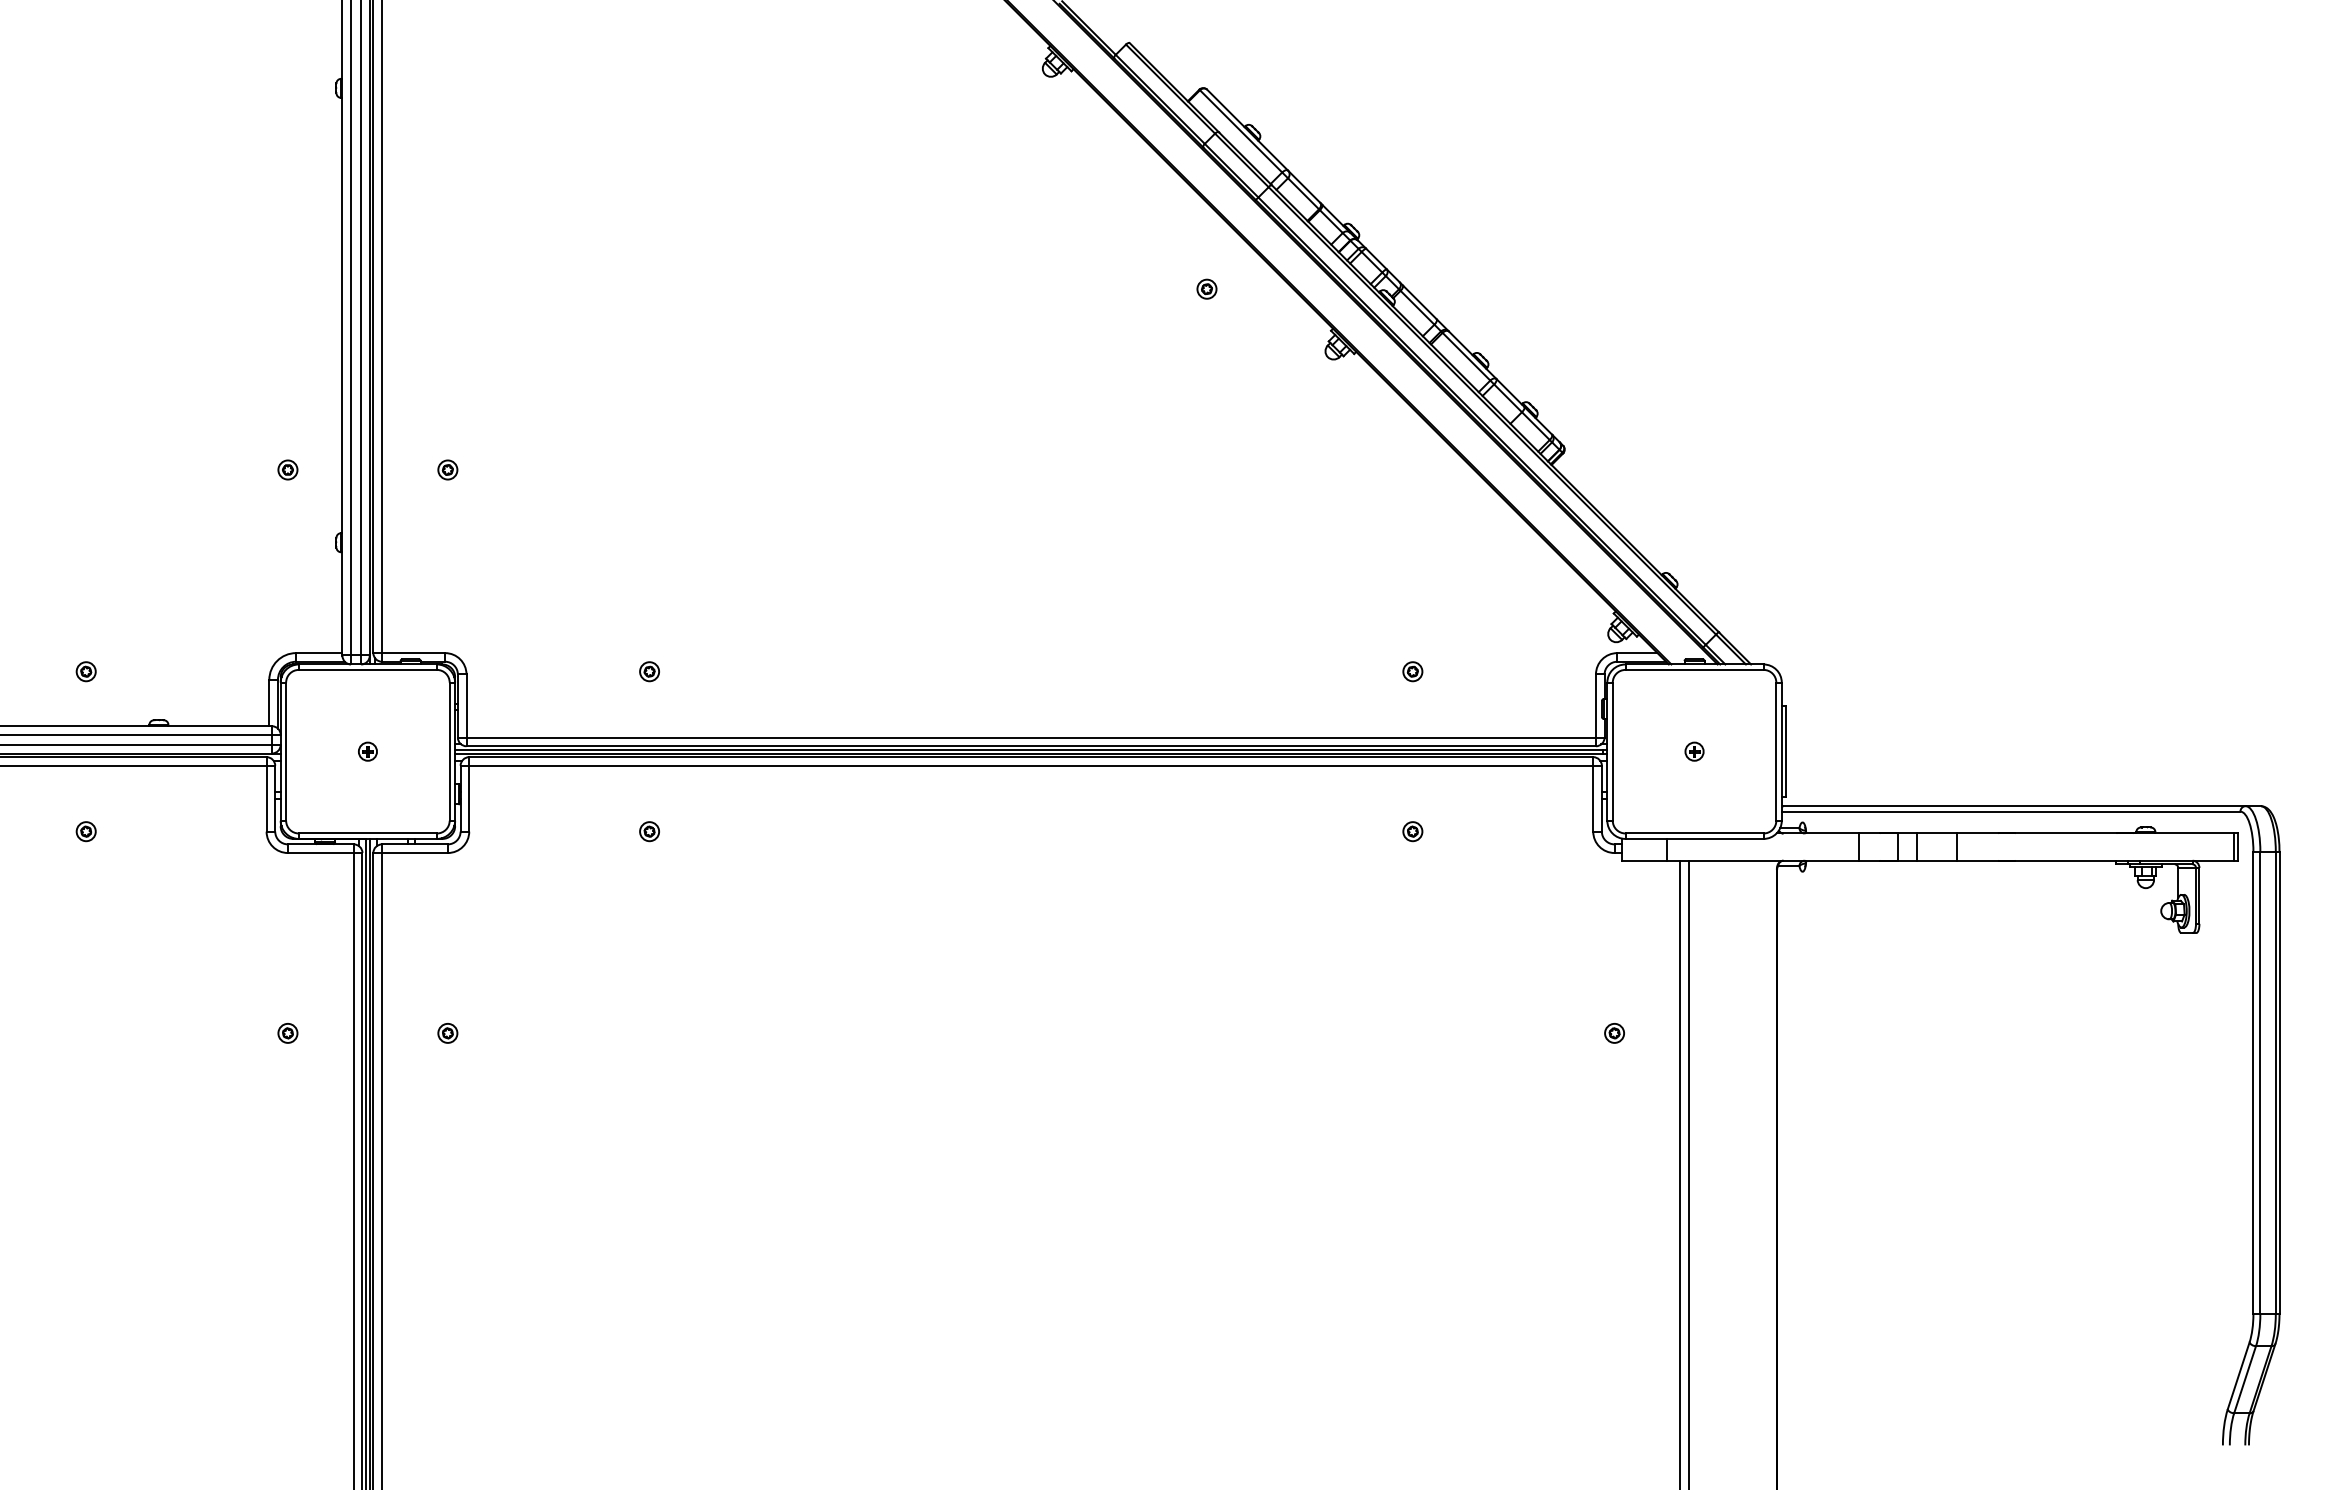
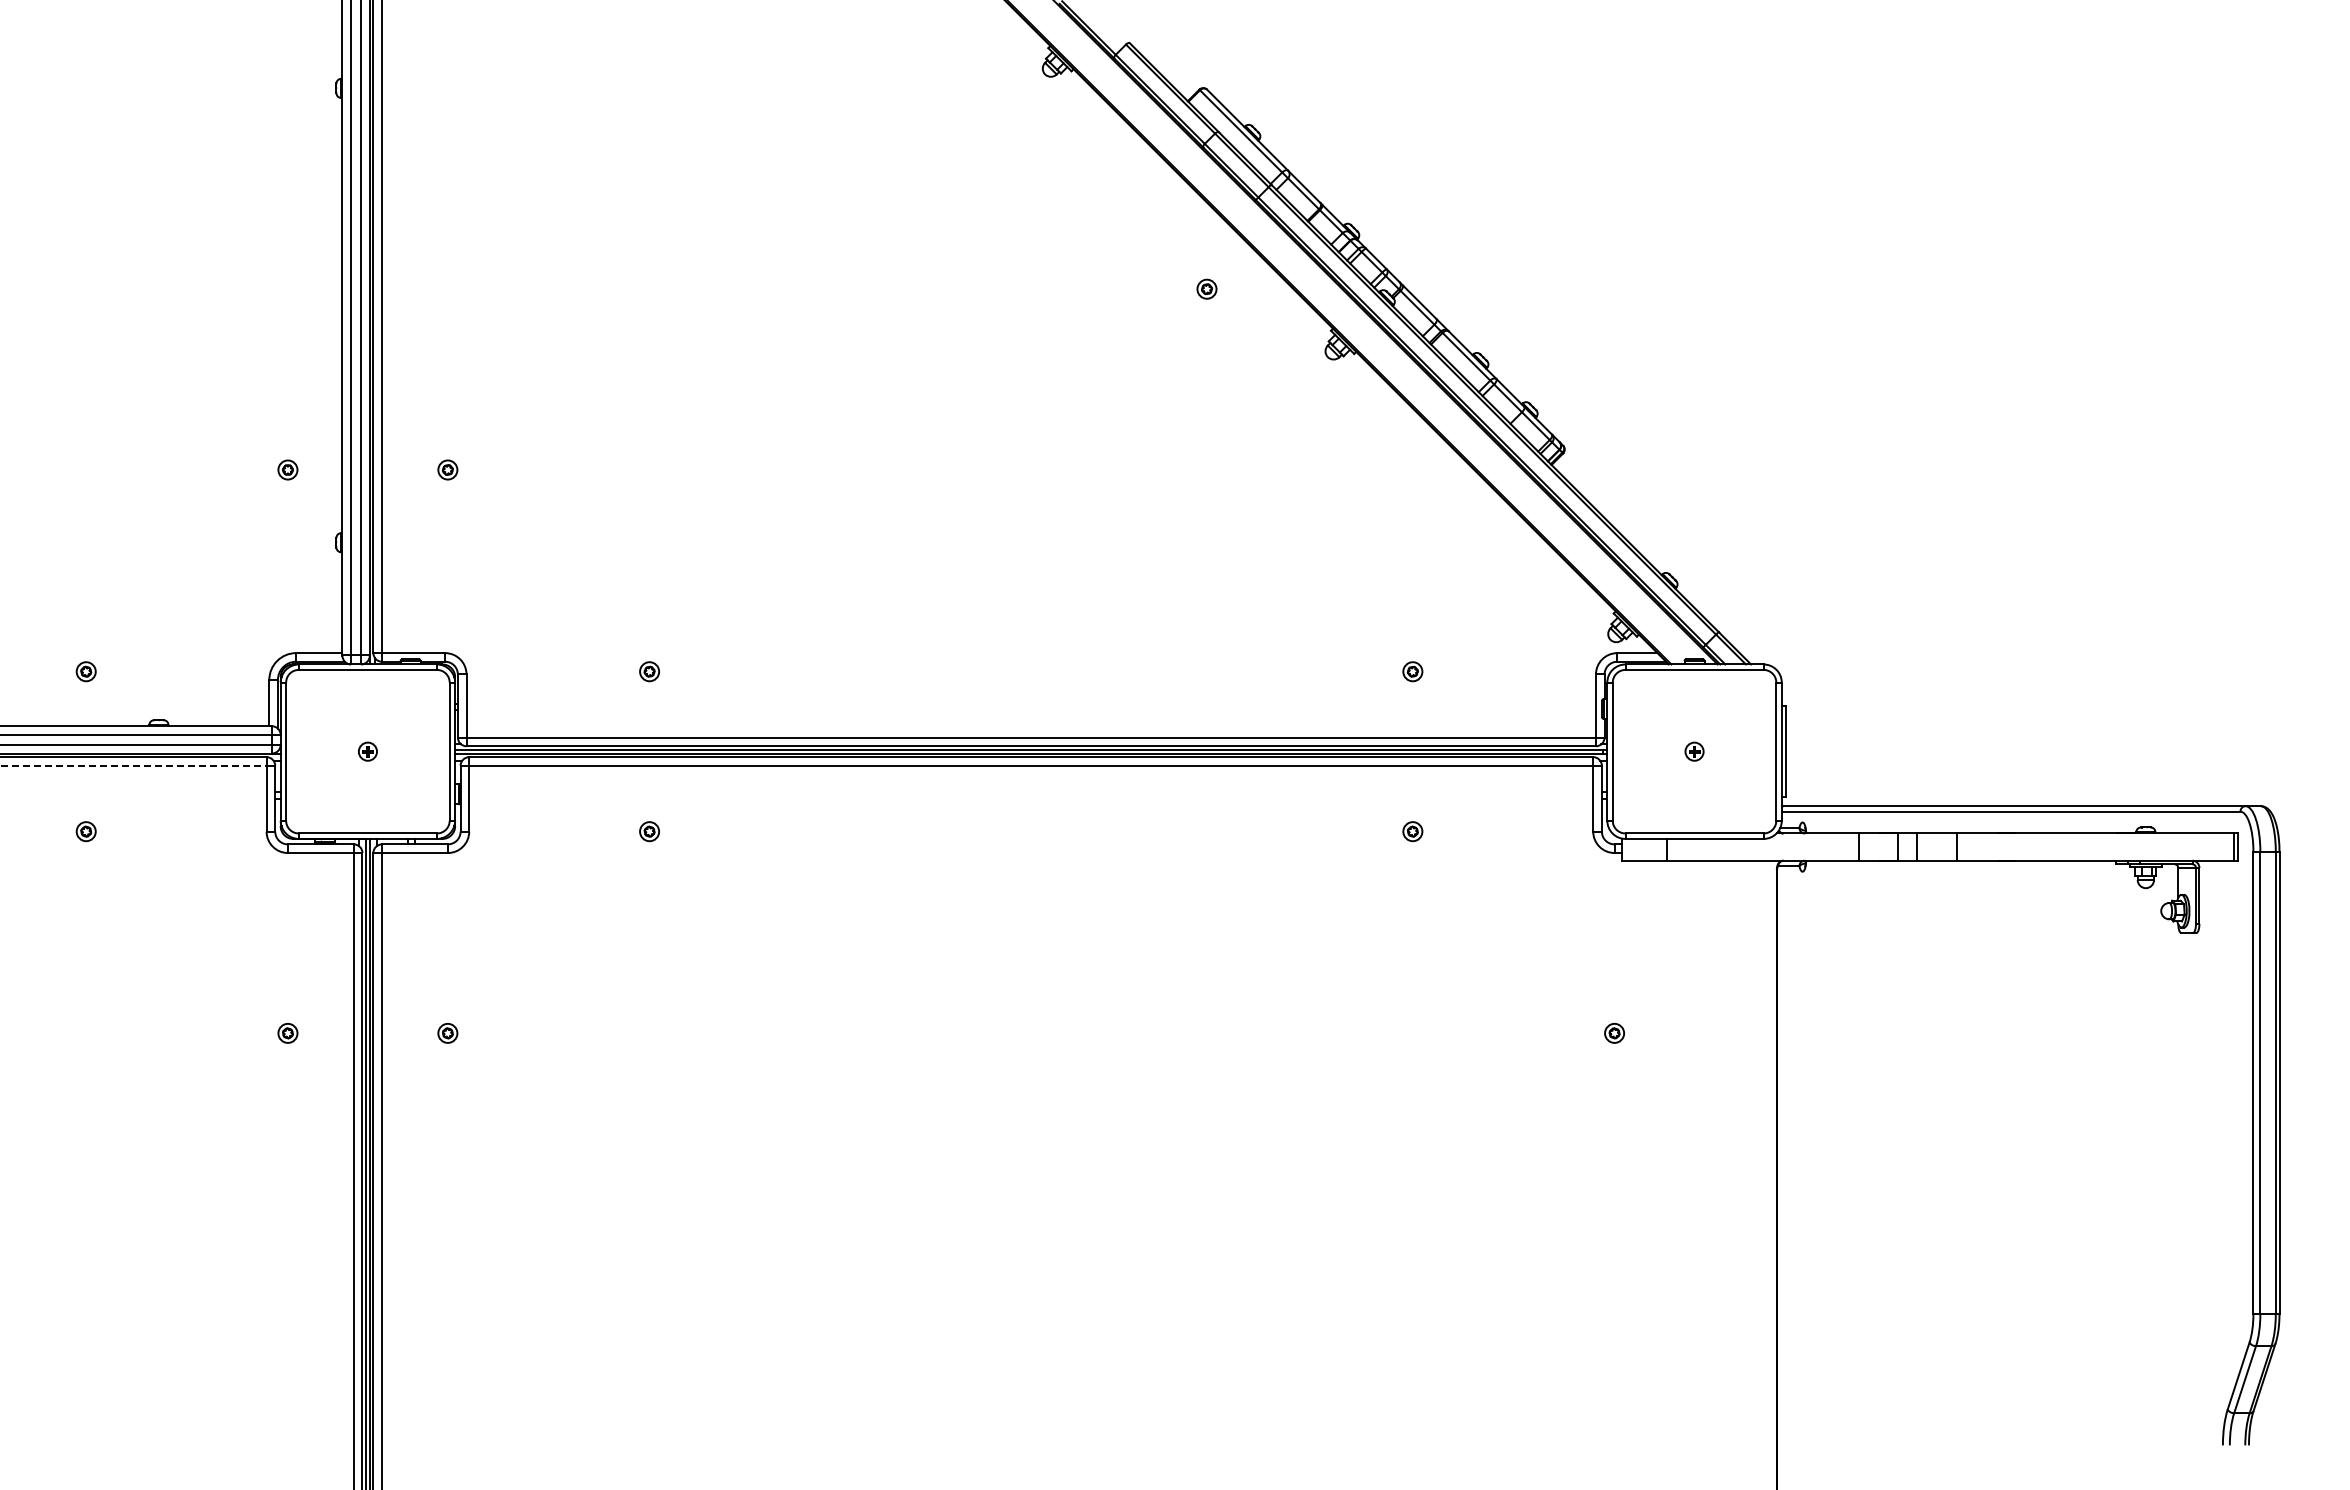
line at (133, 765): solid -> dashed
line at (1680, 1173): present -> none
line at (1689, 1173): present -> none
